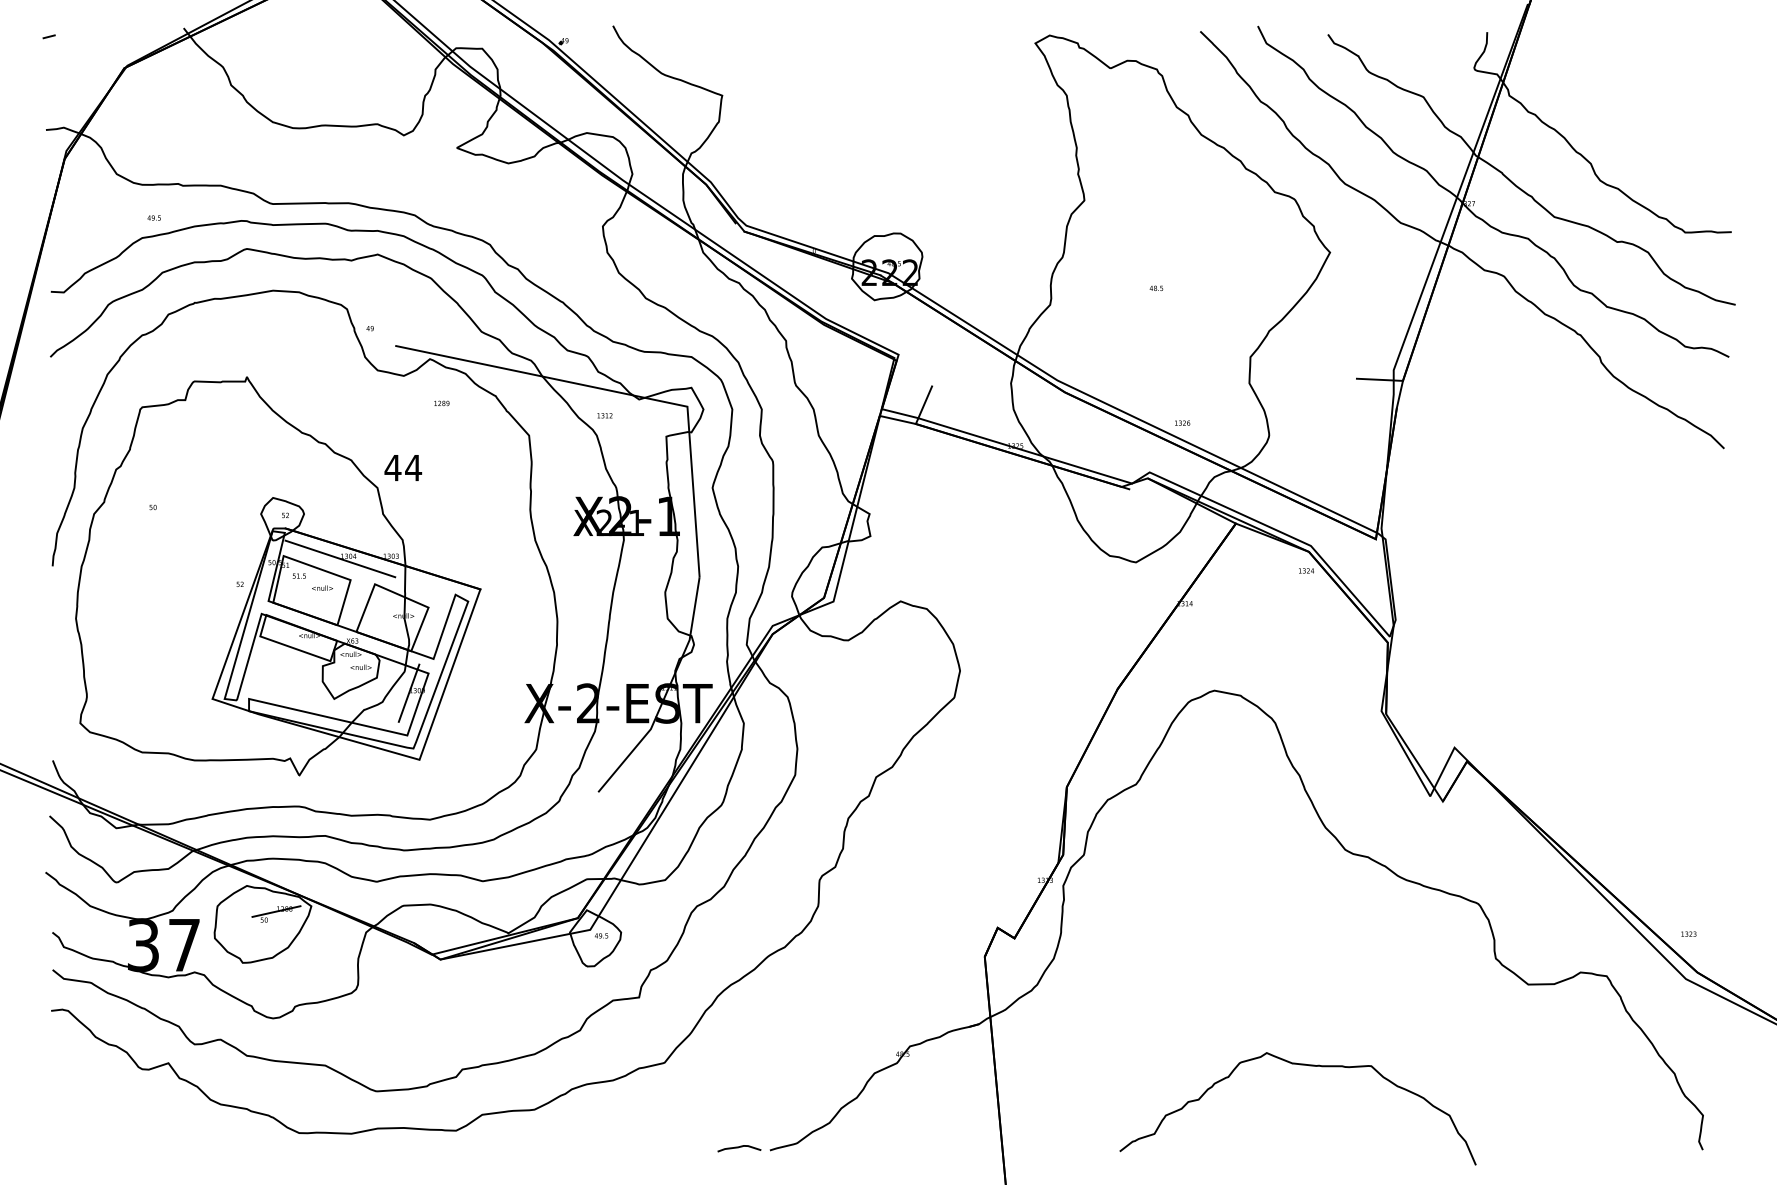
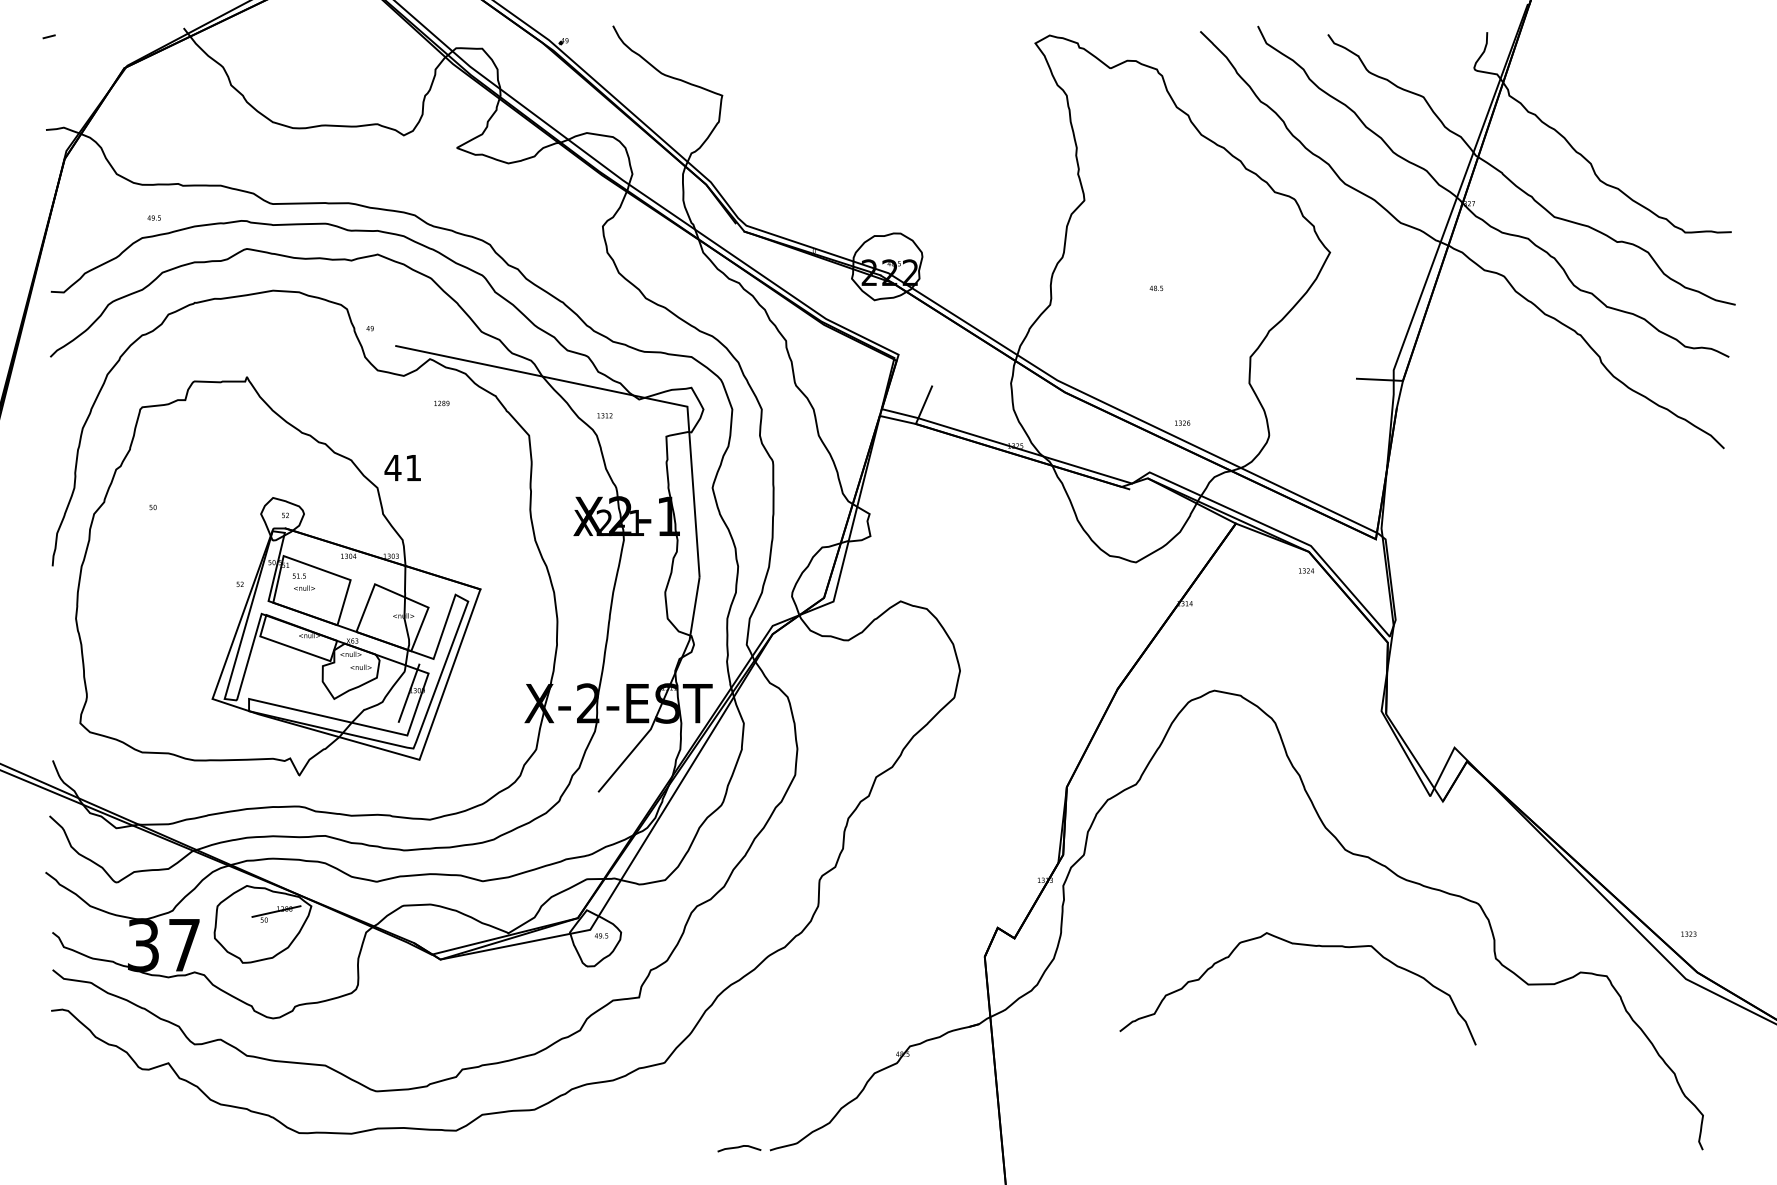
text at (413, 468): 44 -> 41
line at (340, 558): present -> none
text at (322, 587) position: (322, 587) -> (304, 587)
curve at (1299, 1065) position: (1299, 1065) -> (1299, 945)
